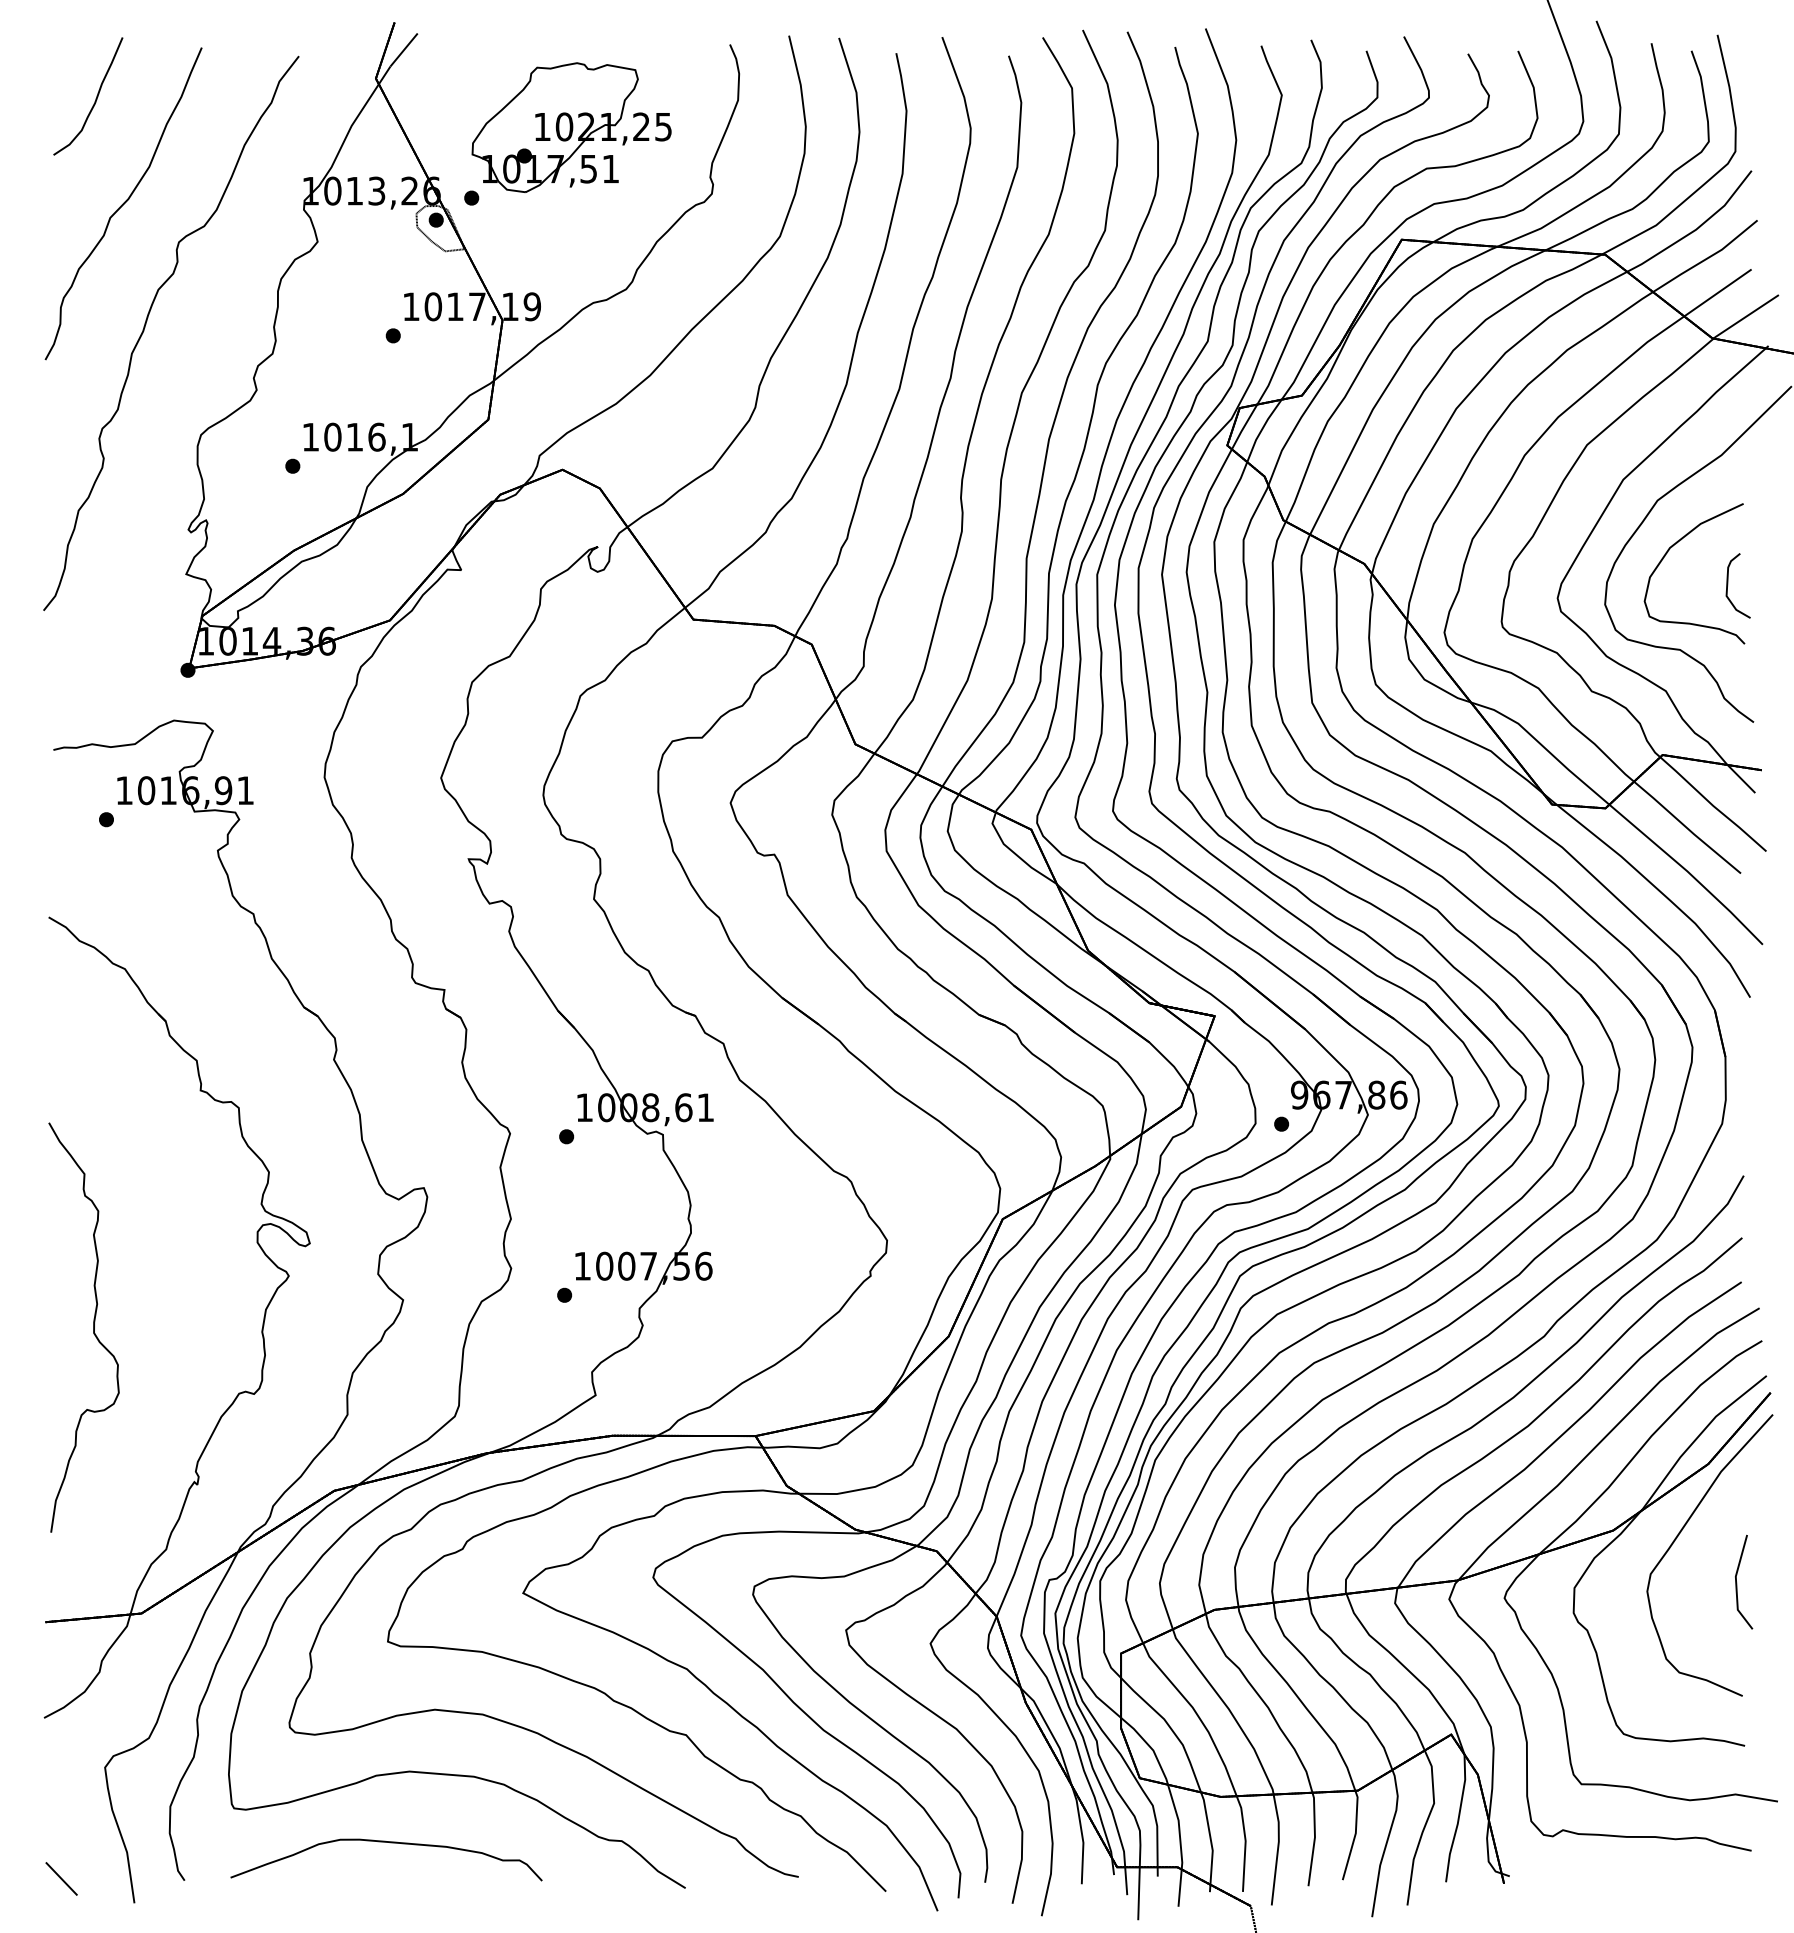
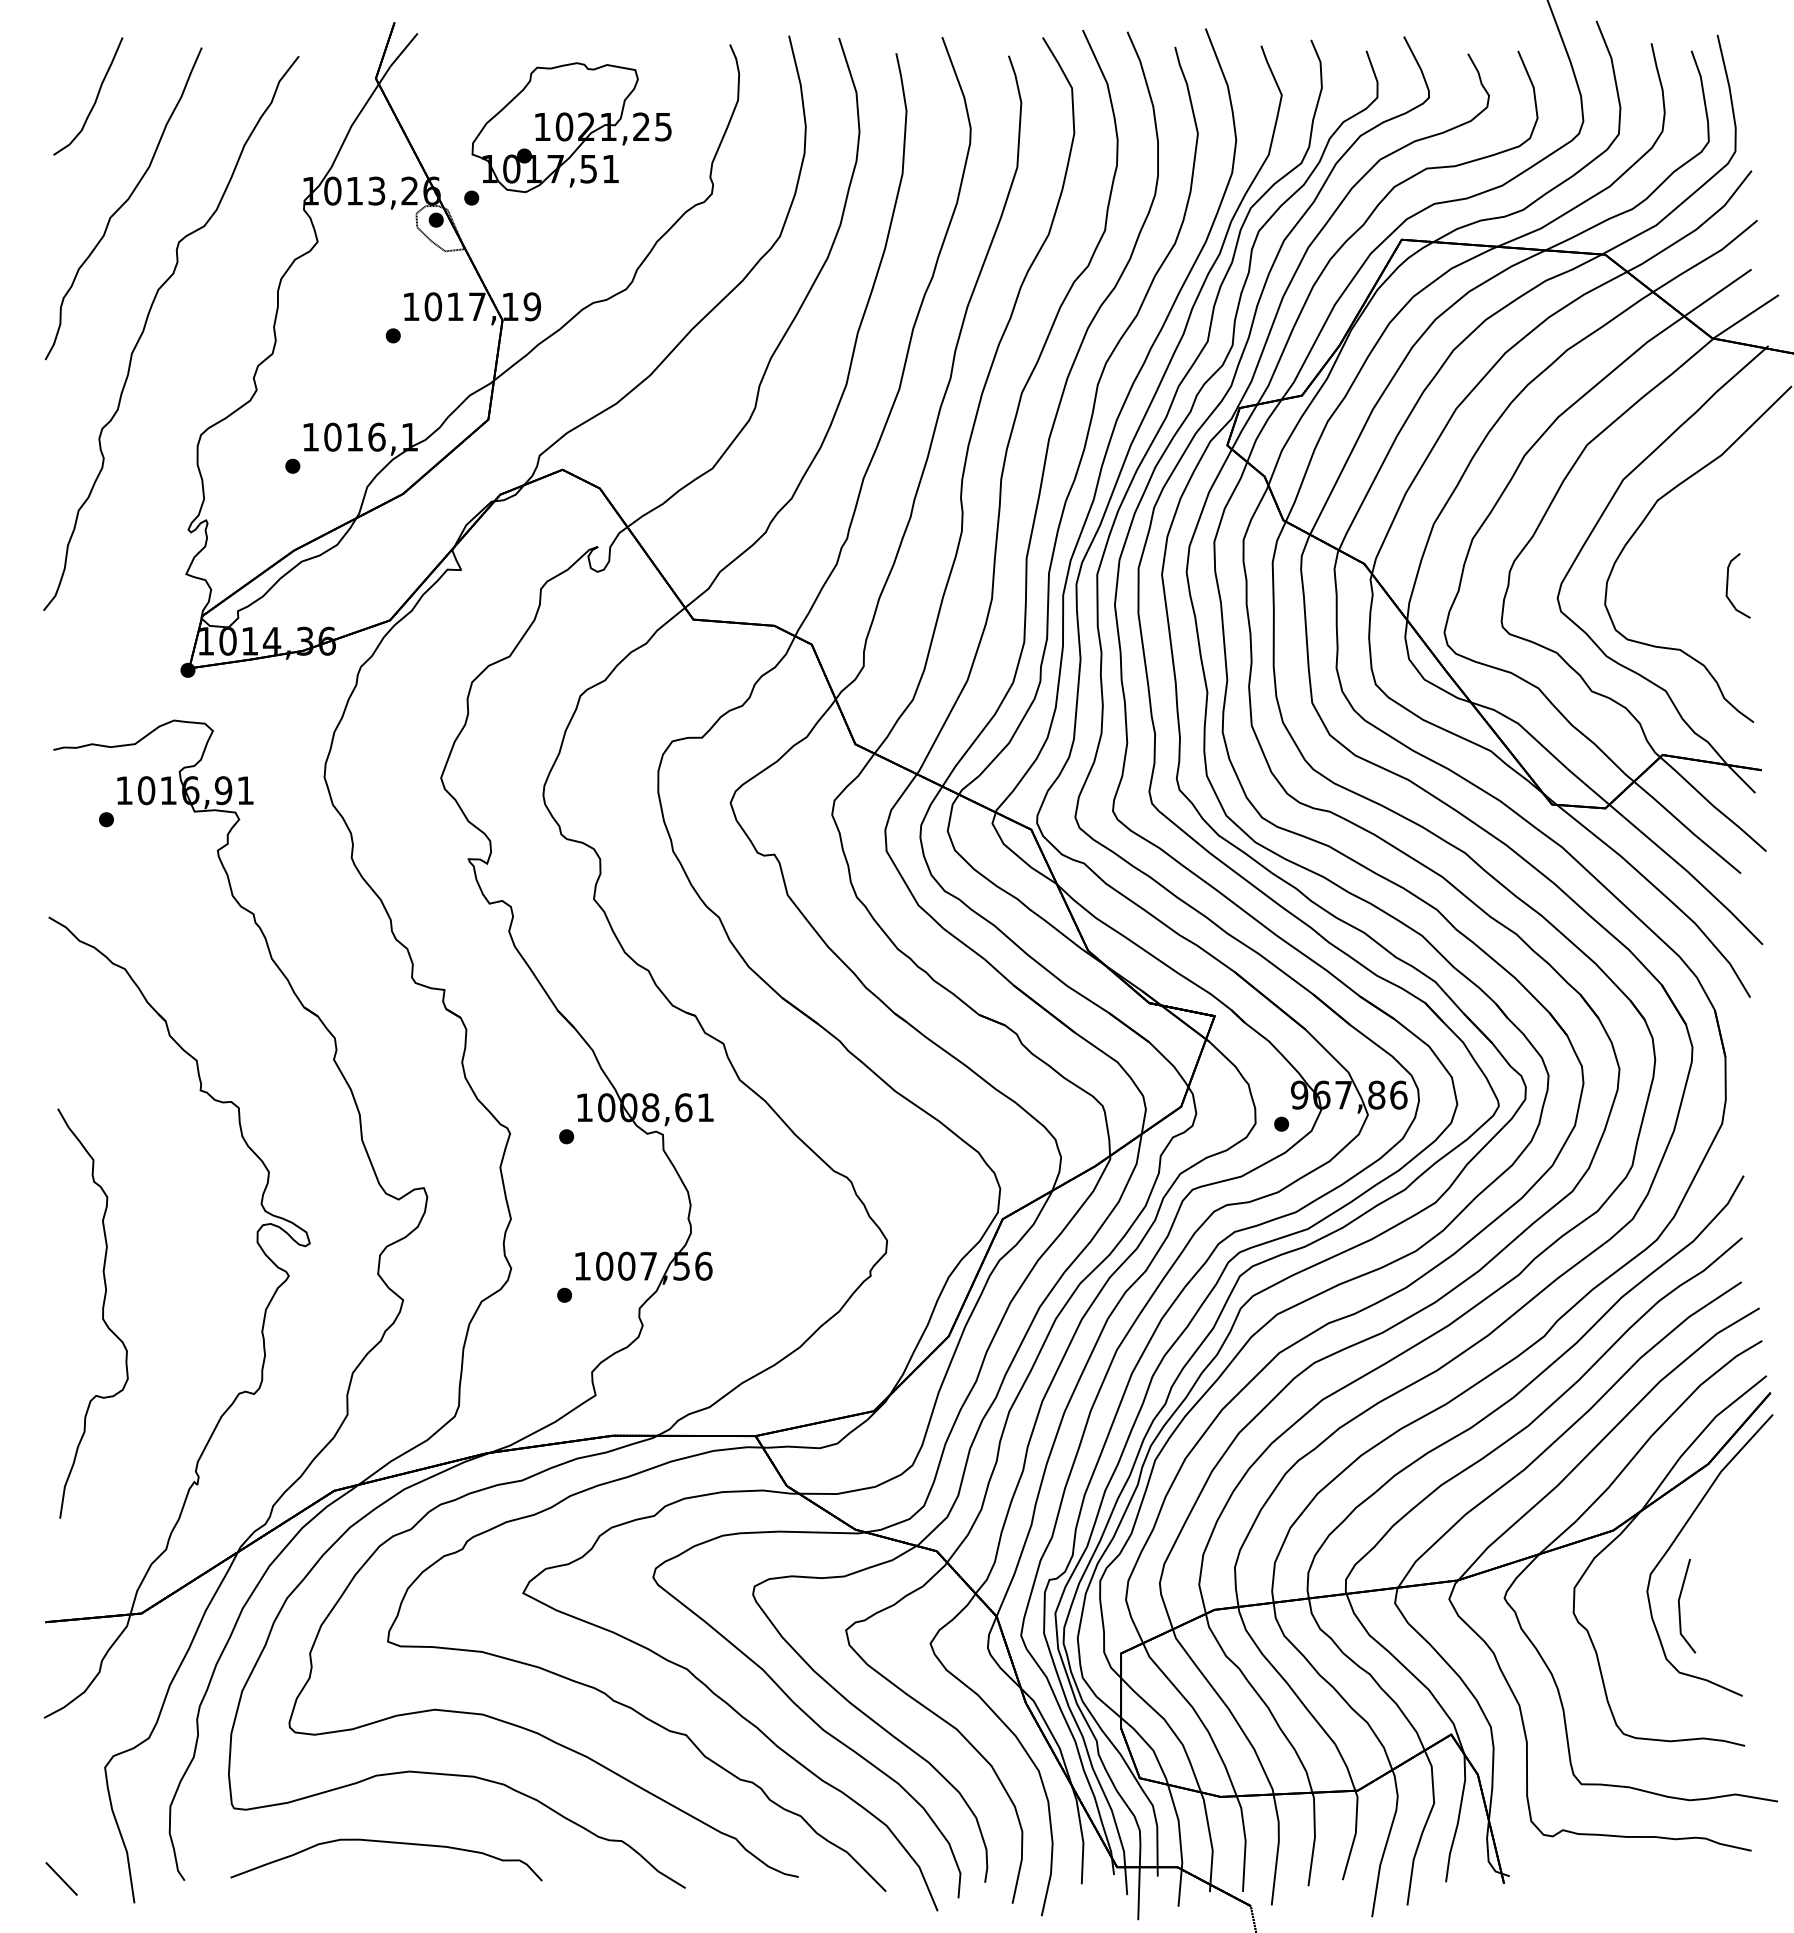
curve at (1667, 553): present -> none
part at (93, 1327) position: (93, 1327) -> (102, 1313)
line at (1737, 1582) position: (1737, 1582) -> (1680, 1606)
